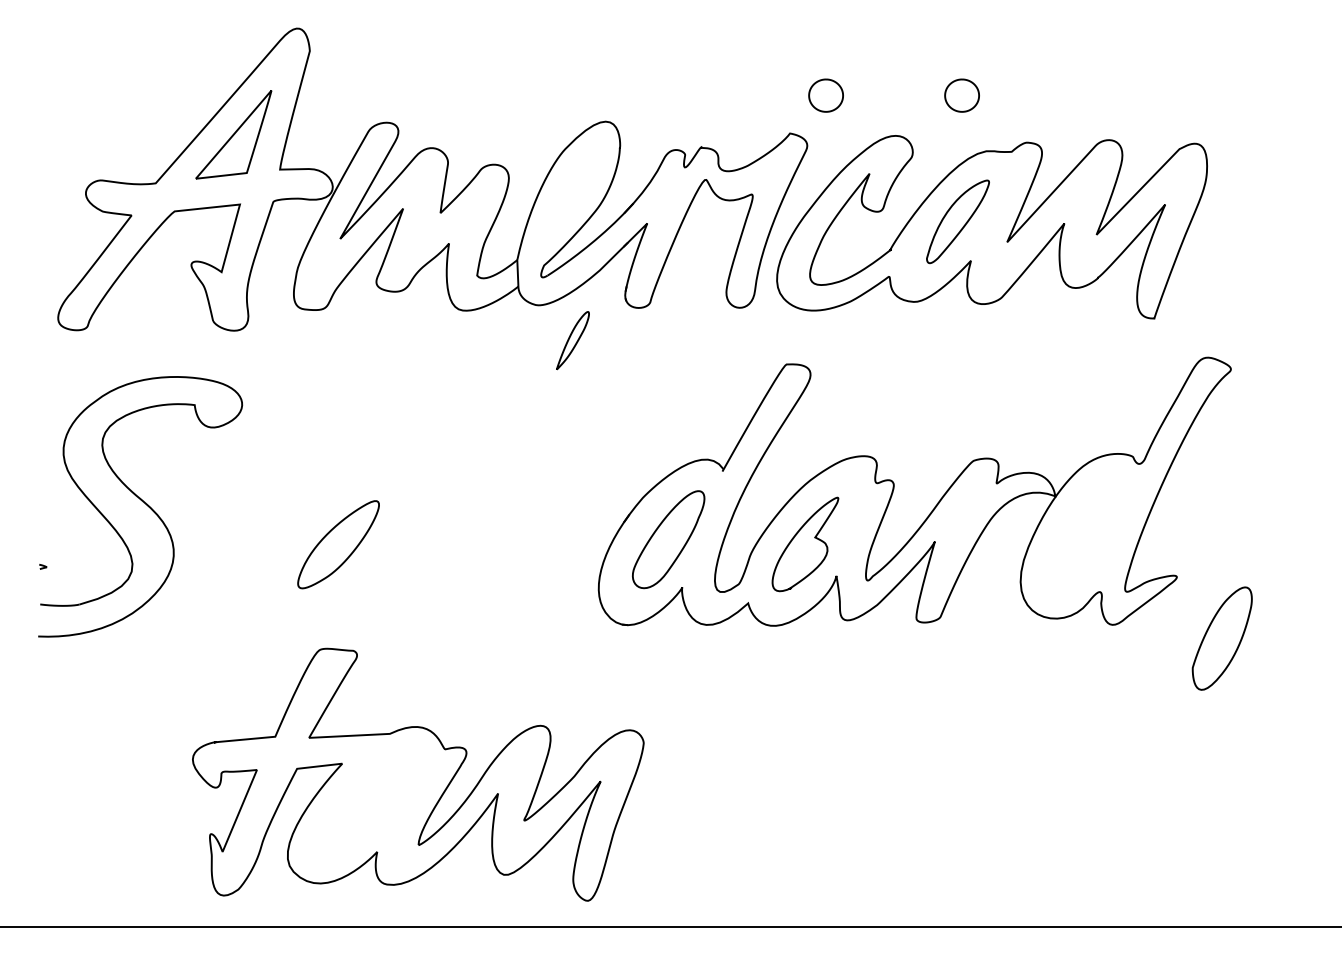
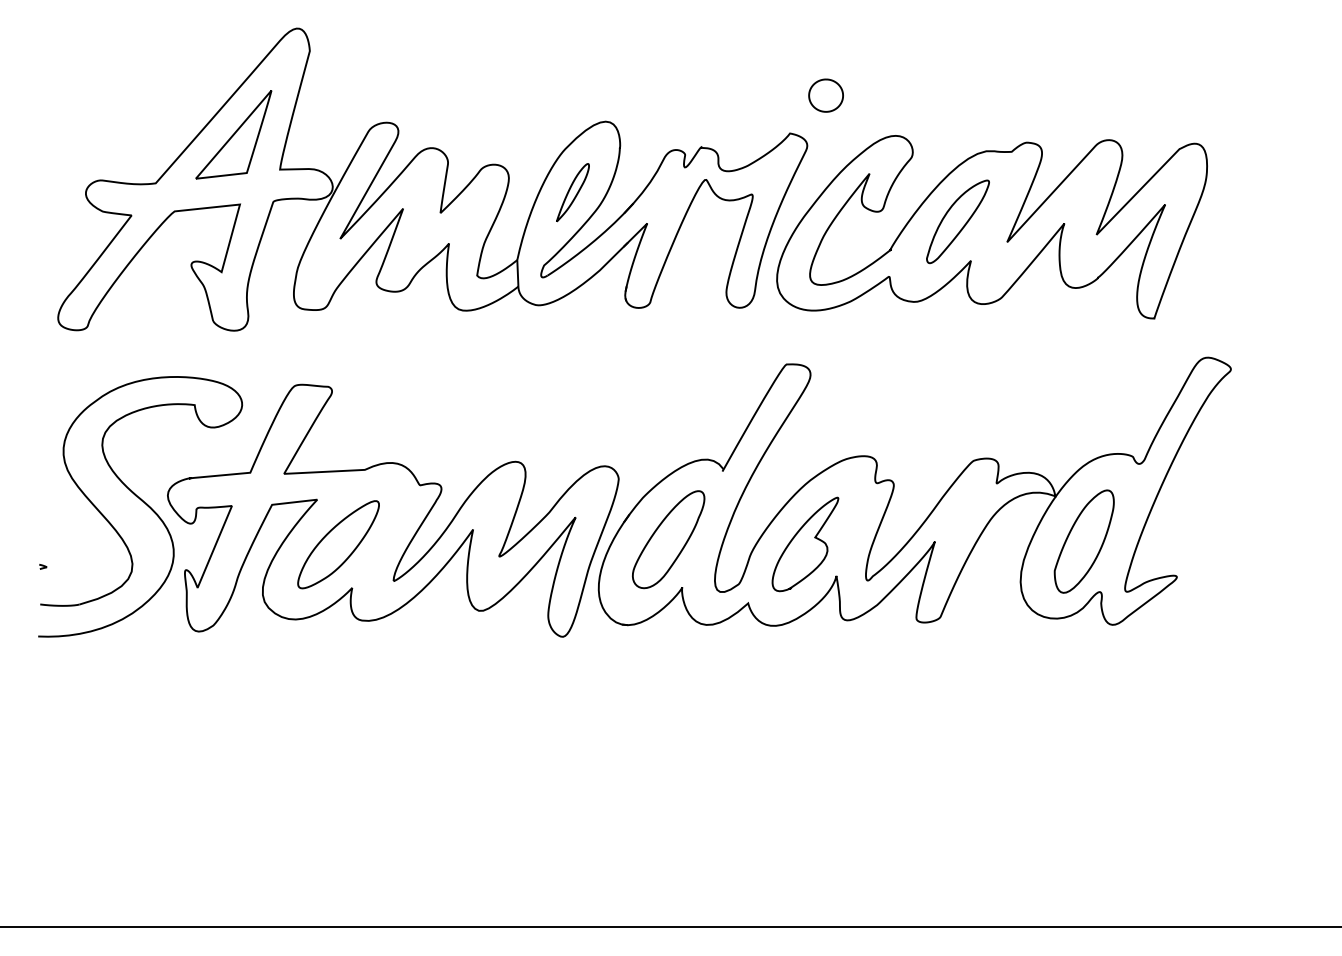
part at (961, 95): present -> none
part at (572, 340) position: (572, 340) -> (572, 192)
part at (1221, 638) position: (1221, 638) -> (1083, 541)
part at (418, 774) position: (418, 774) -> (393, 510)
